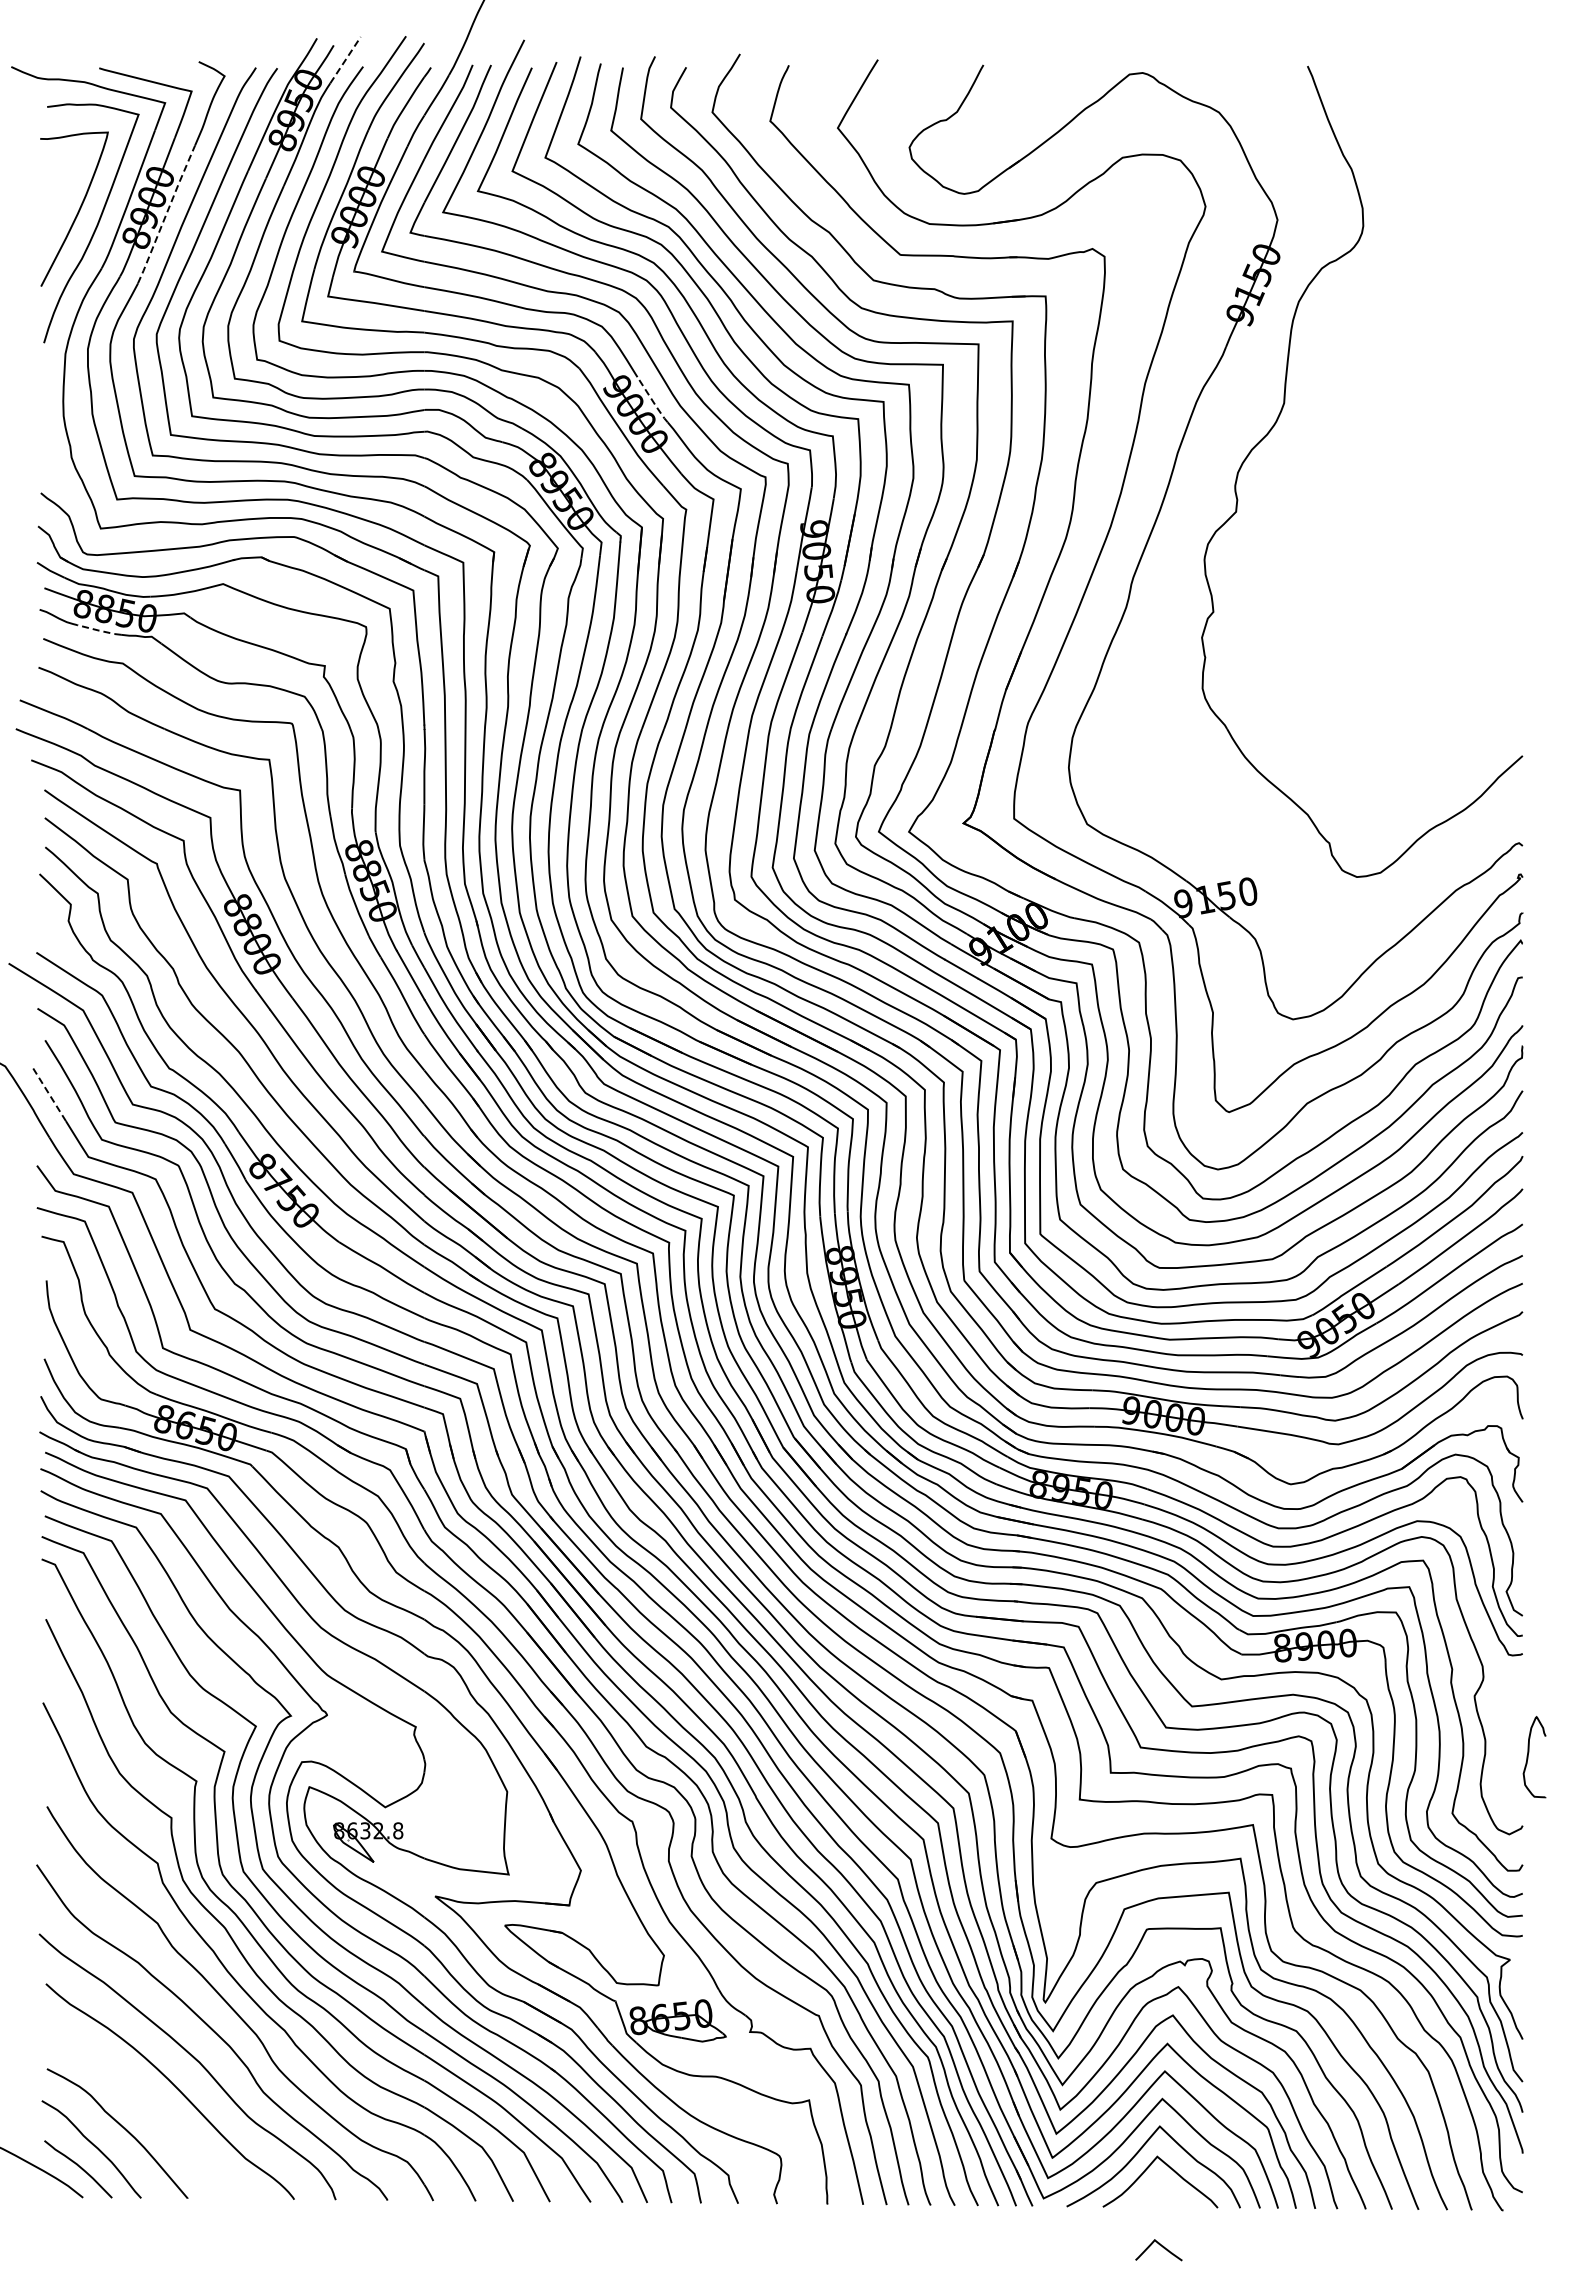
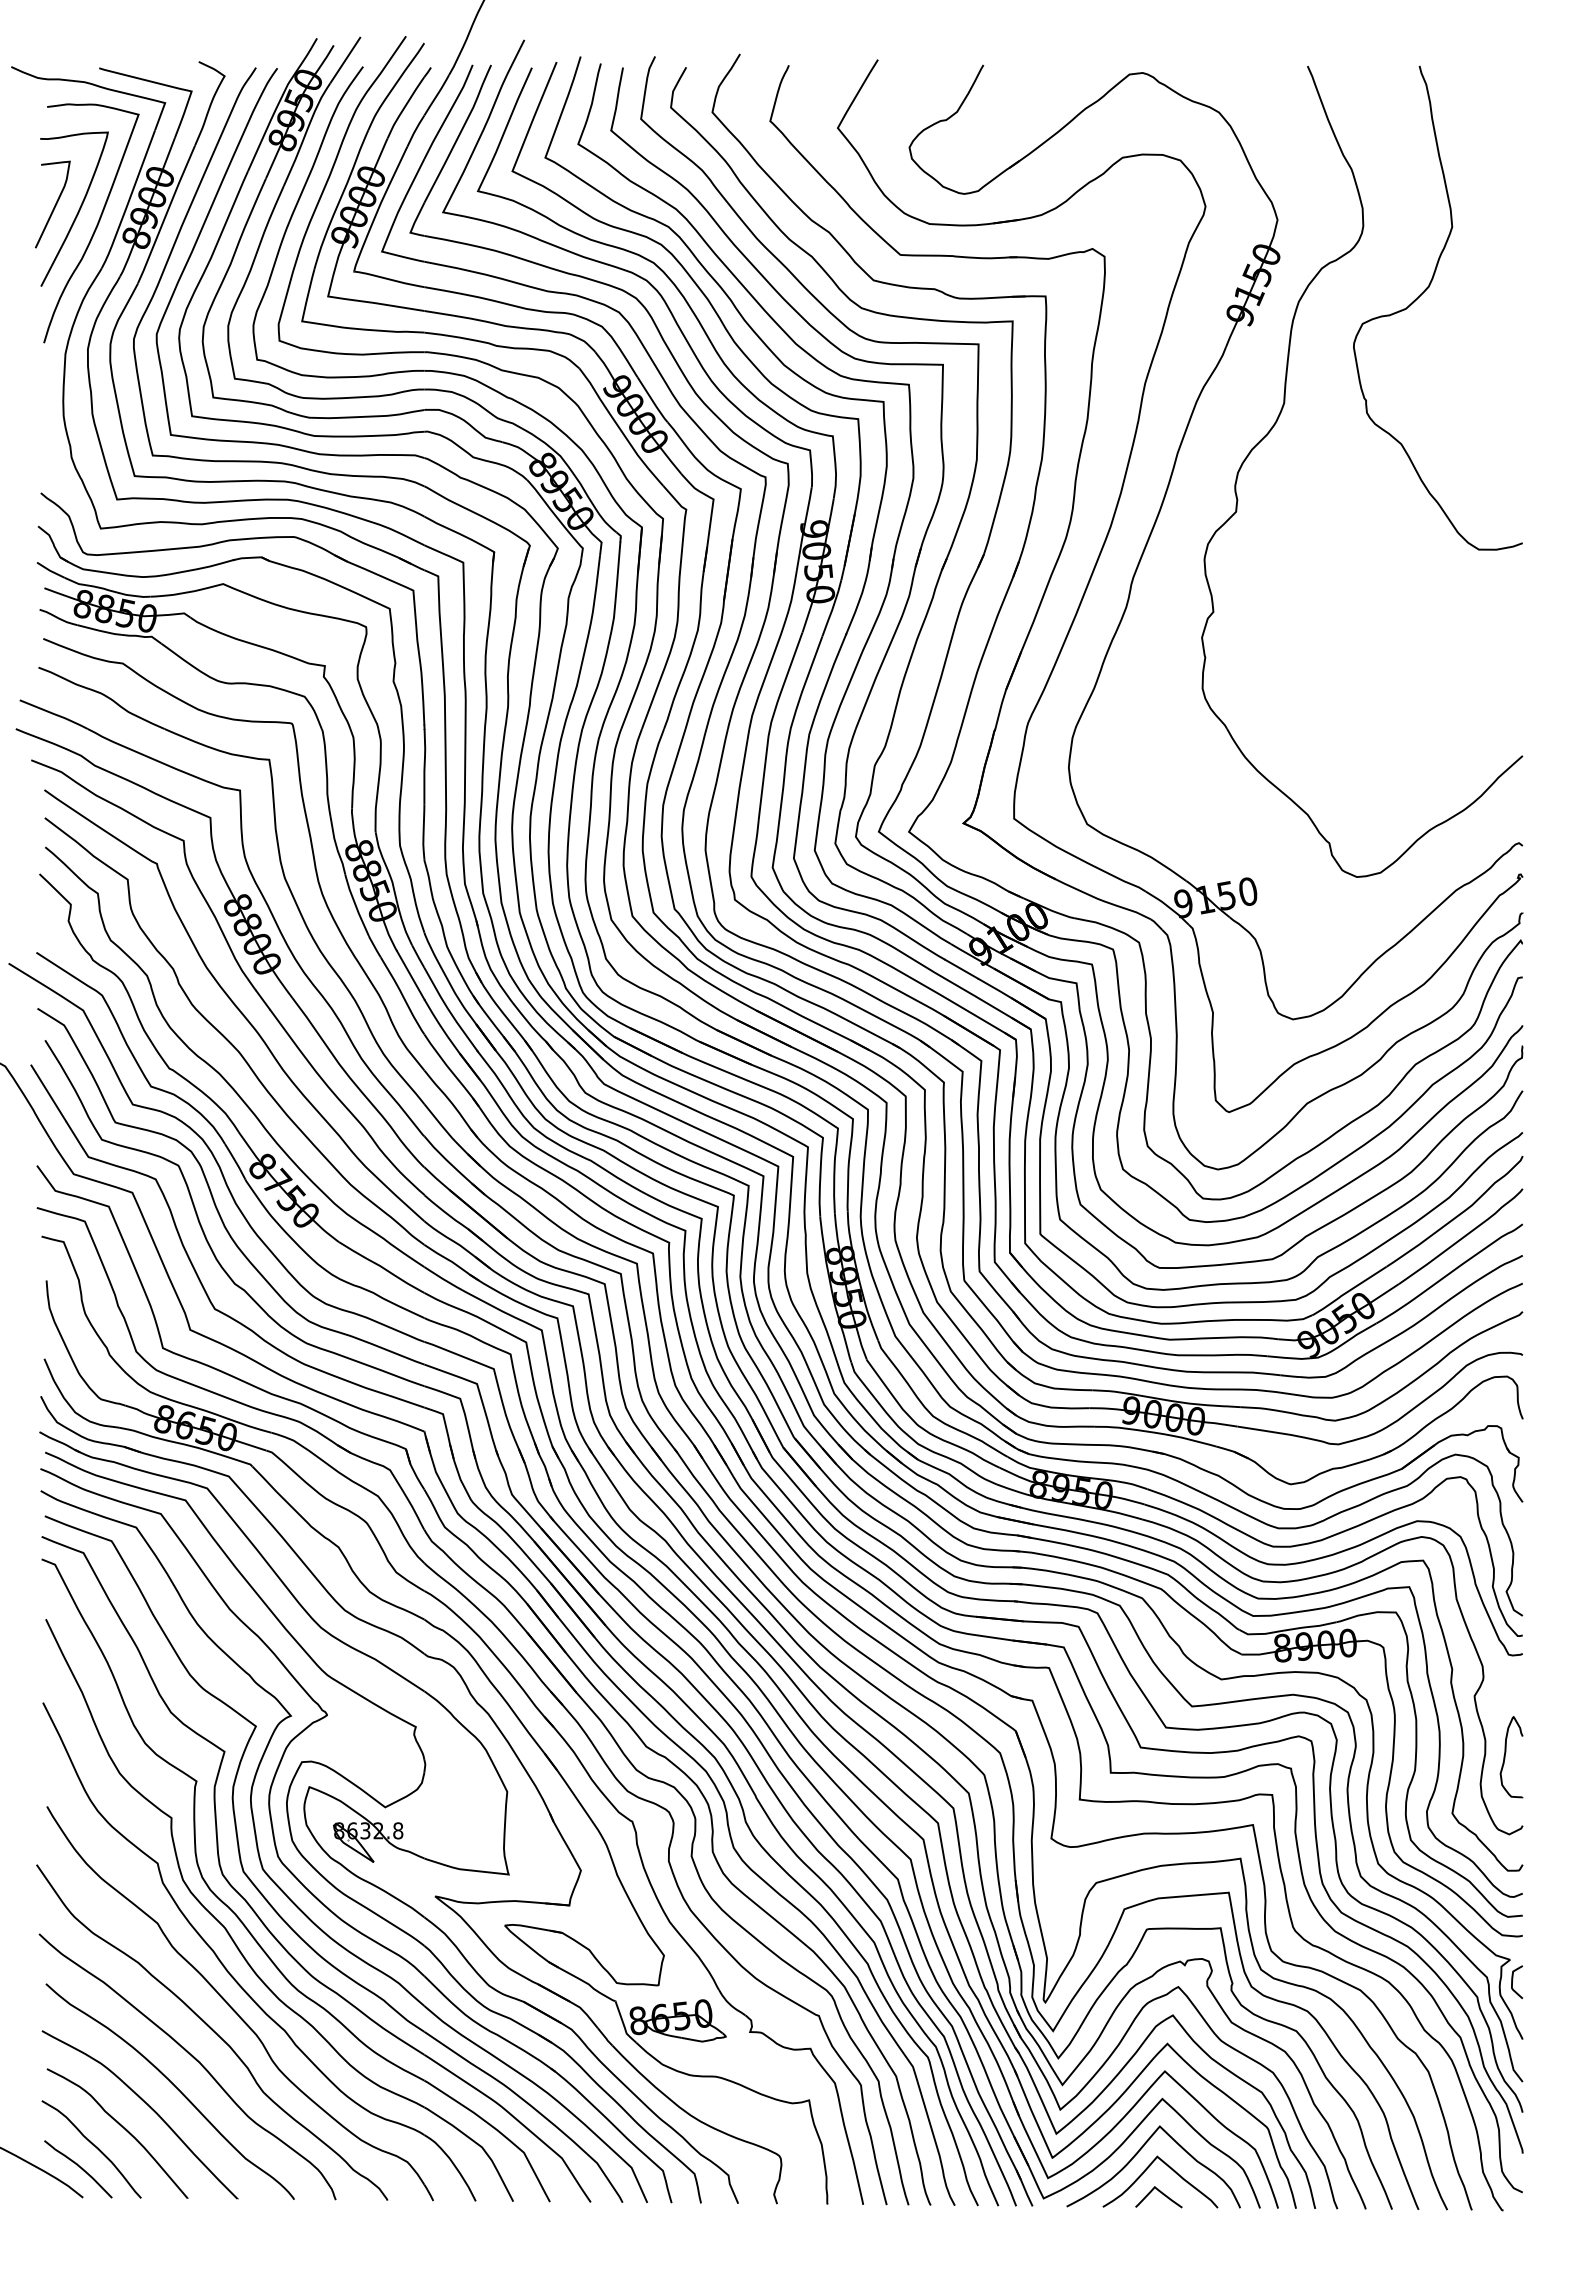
line at (345, 60): dashed -> solid
curve at (54, 205): none -> present
line at (166, 214): dashed -> solid
curve at (1423, 293): none -> present
line at (652, 401): dashed -> solid
line at (99, 630): dashed -> solid
line at (48, 1093): dashed -> solid
curve at (1528, 1757) position: (1528, 1757) -> (1505, 1757)
curve at (1513, 1980): none -> present
curve at (147, 2105): none -> present
curve at (1161, 2246) position: (1161, 2246) -> (1161, 2193)
